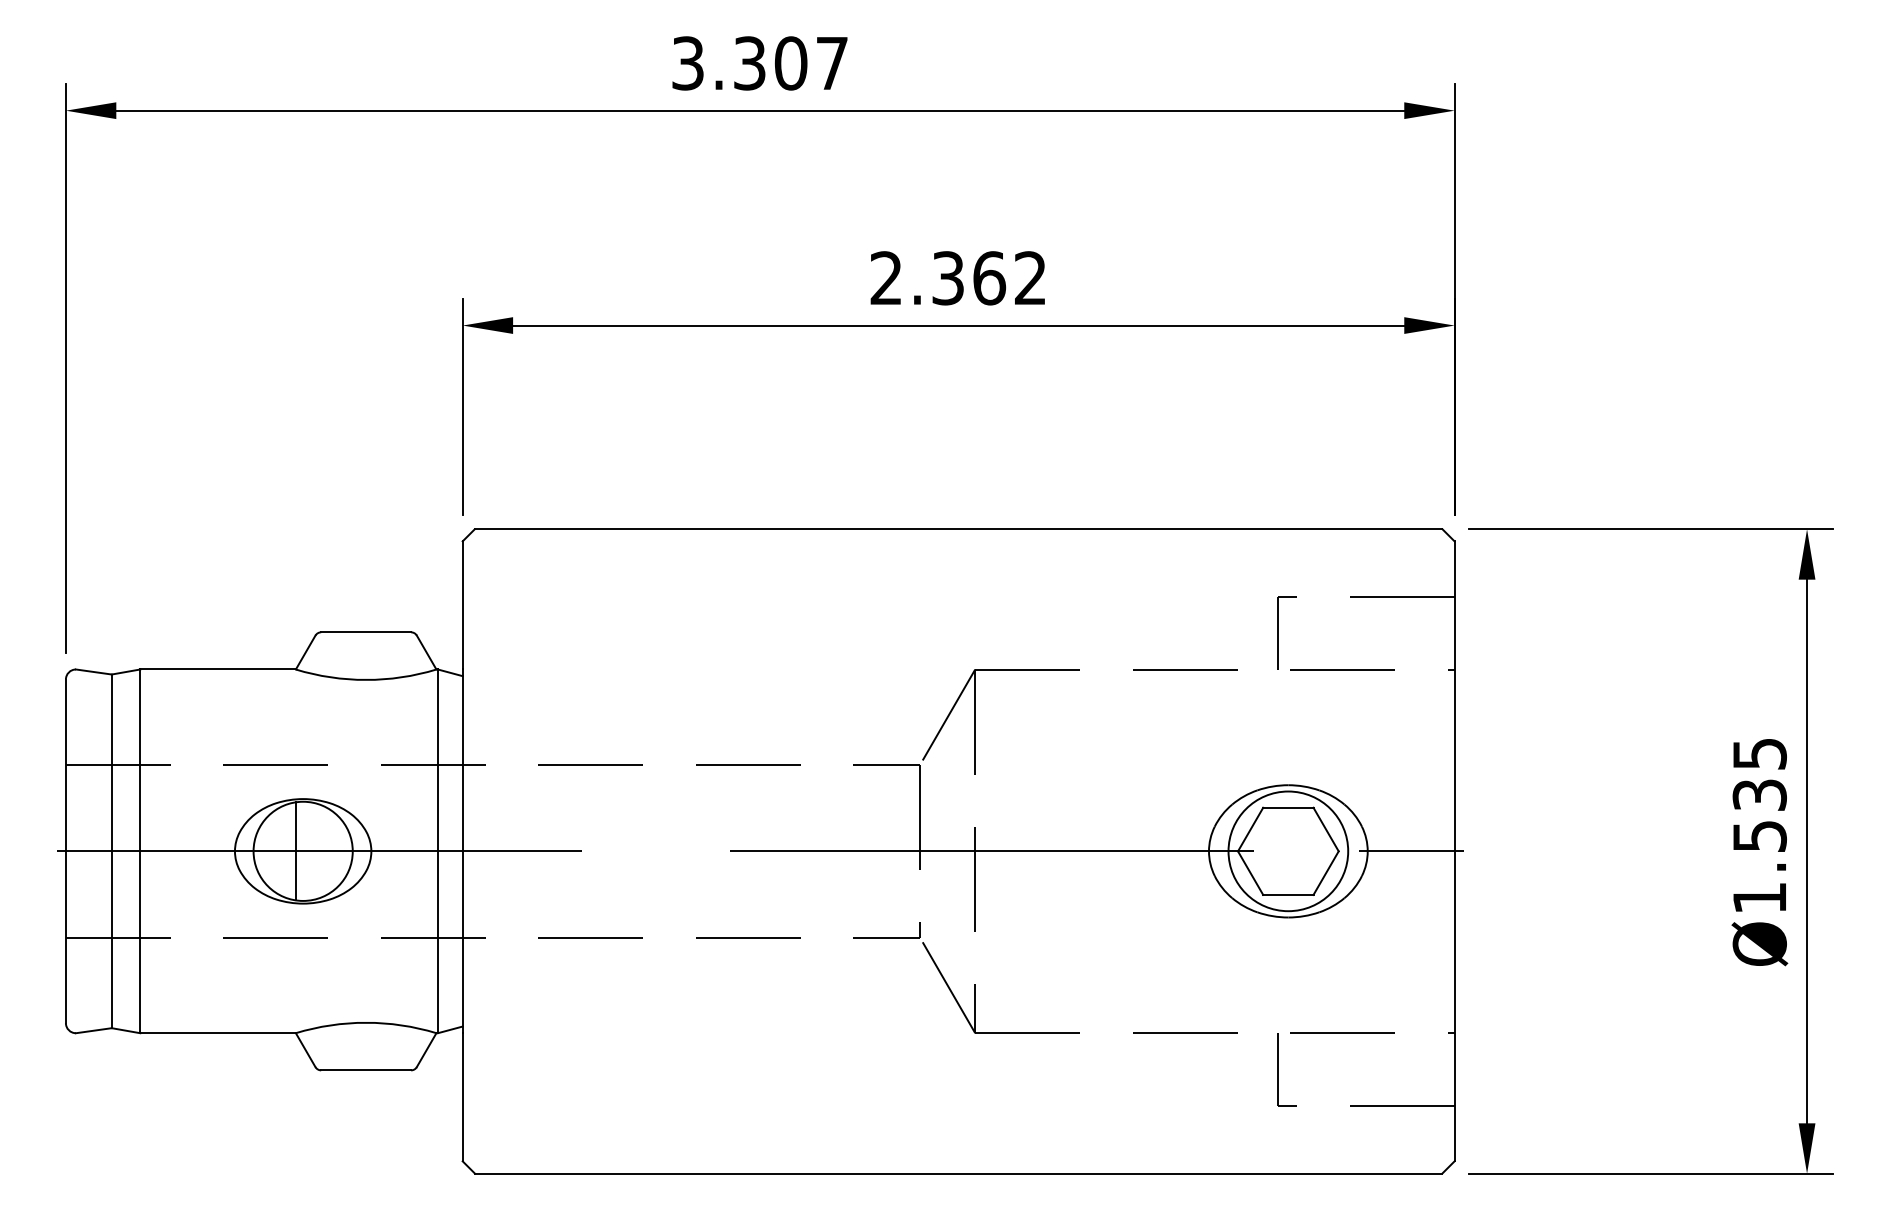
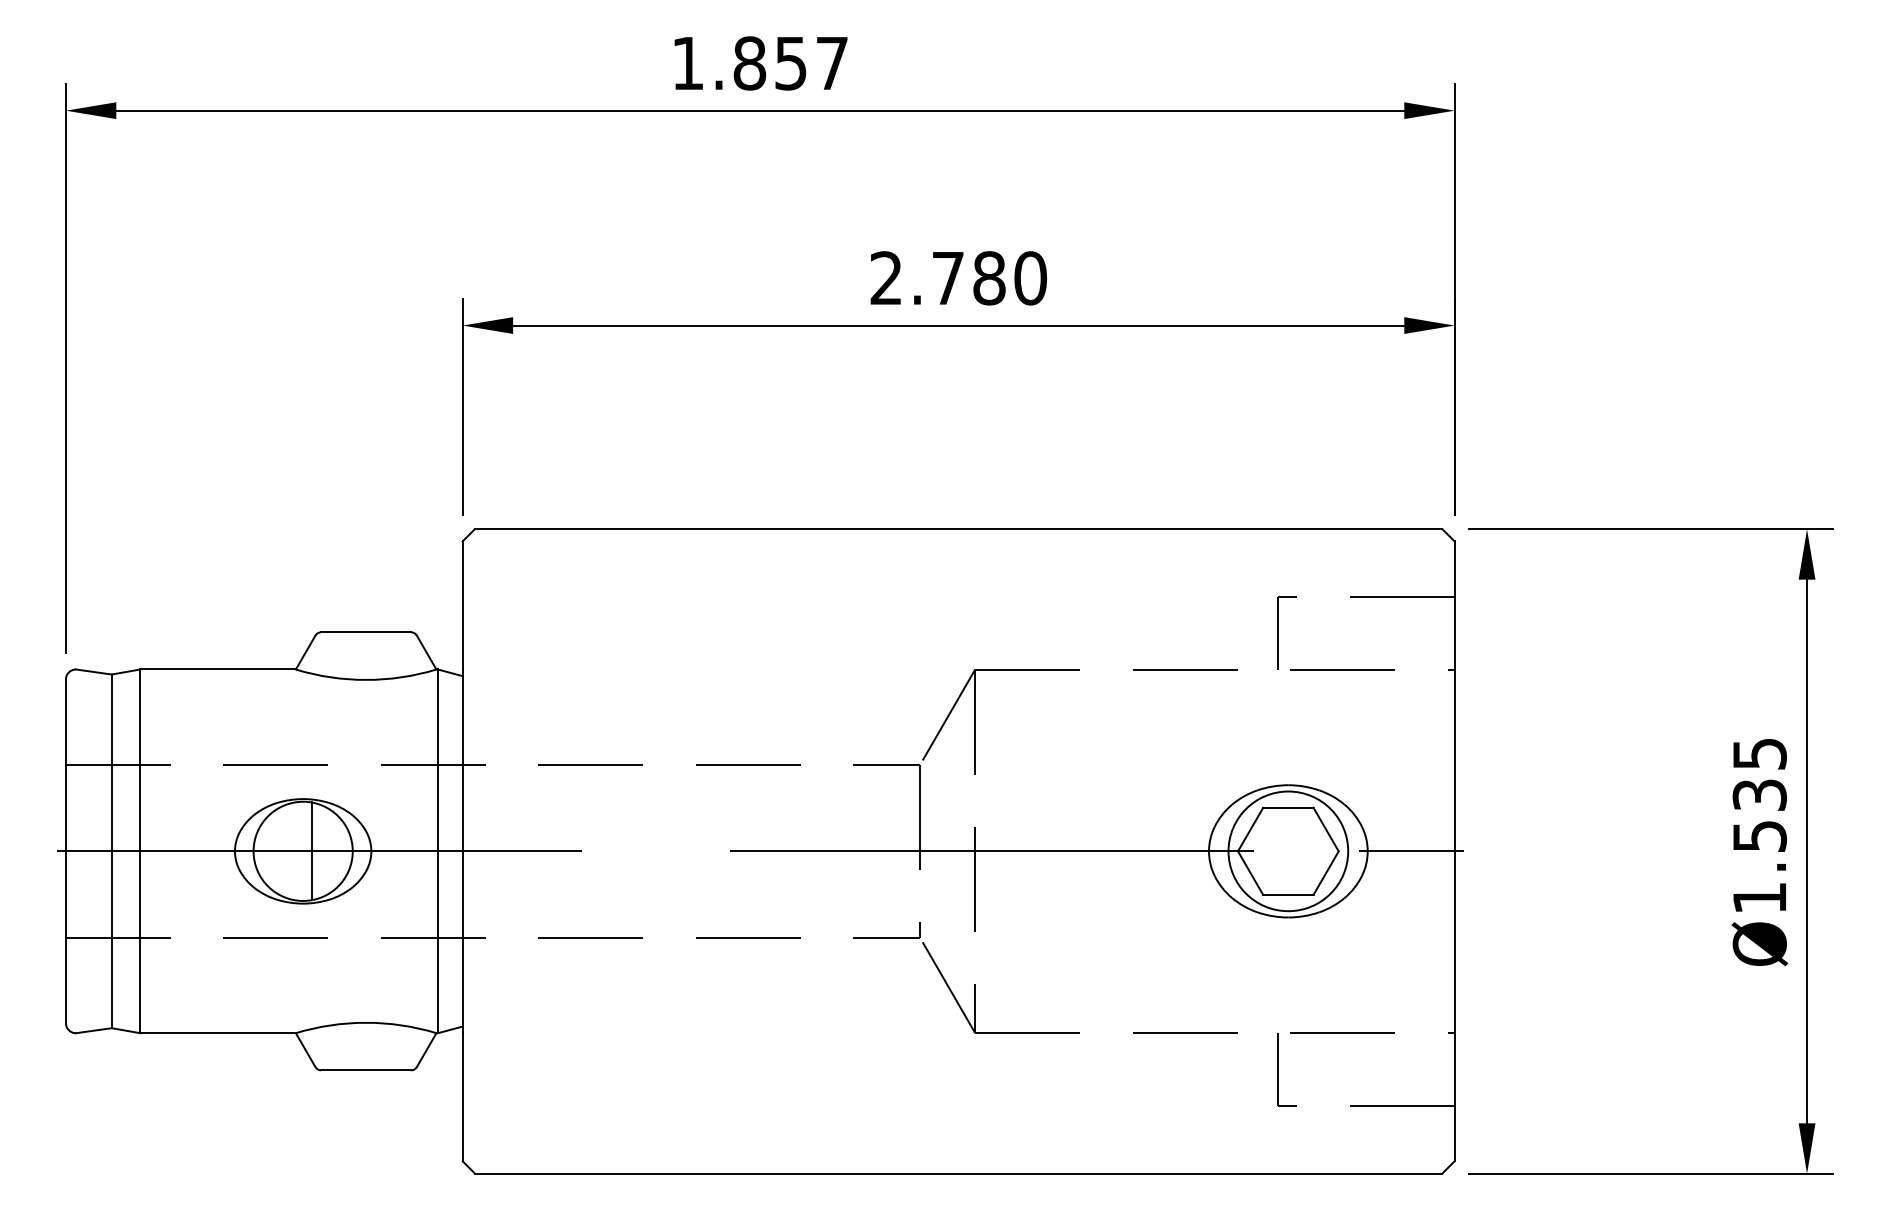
text at (739, 63): 3.307 -> 1.857
text at (989, 278): 2.362 -> 2.780
line at (295, 851) position: (295, 851) -> (311, 851)
